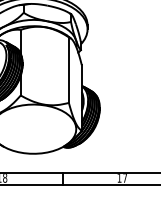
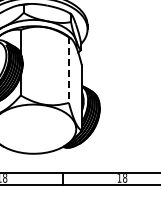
line at (68, 70): solid -> dashed
text at (125, 178): 17 -> 18
